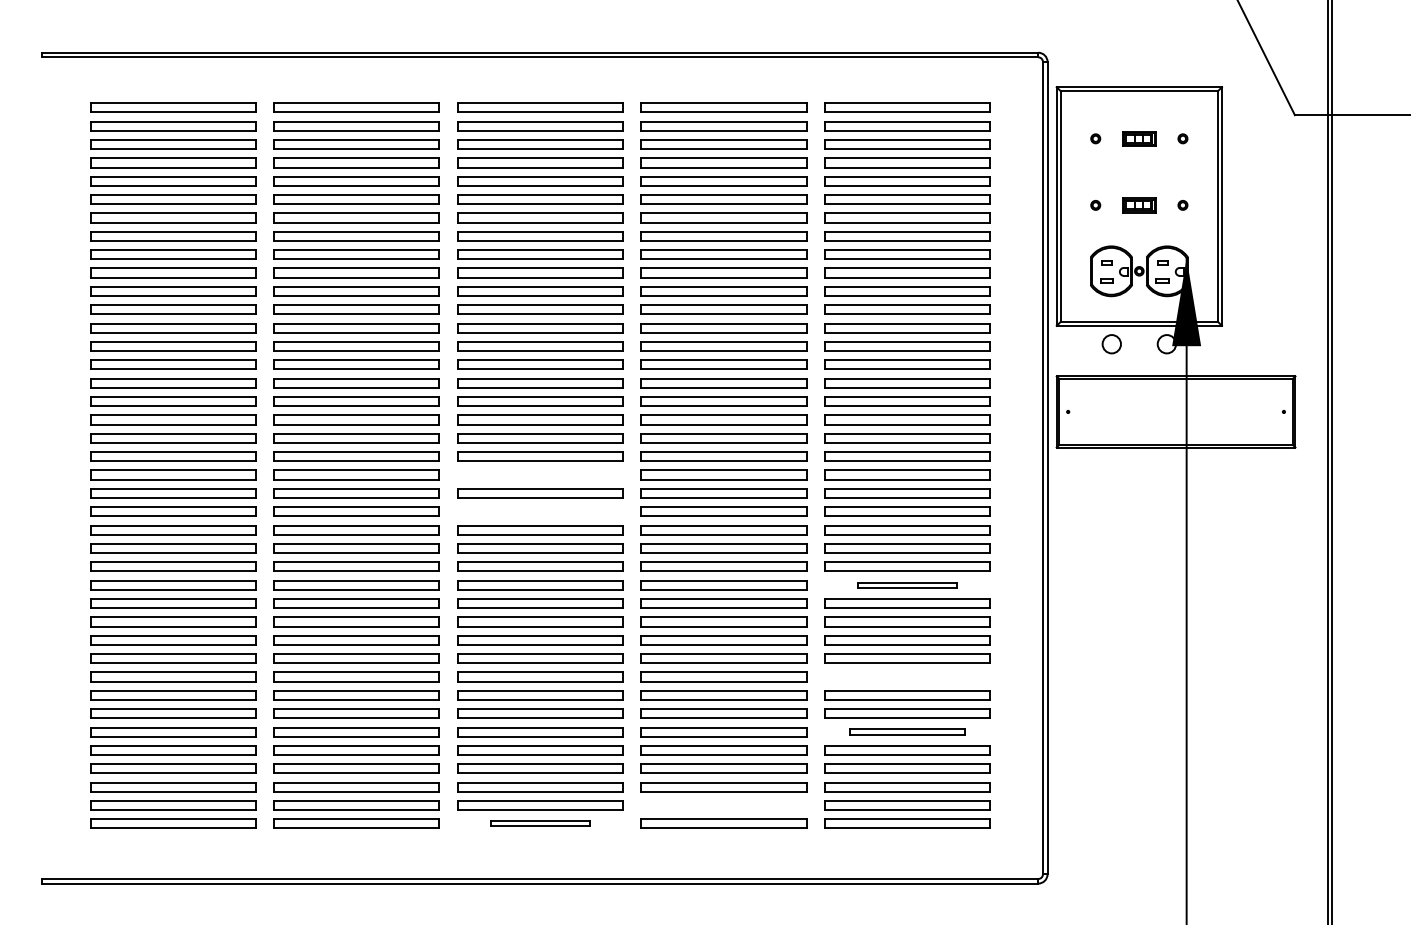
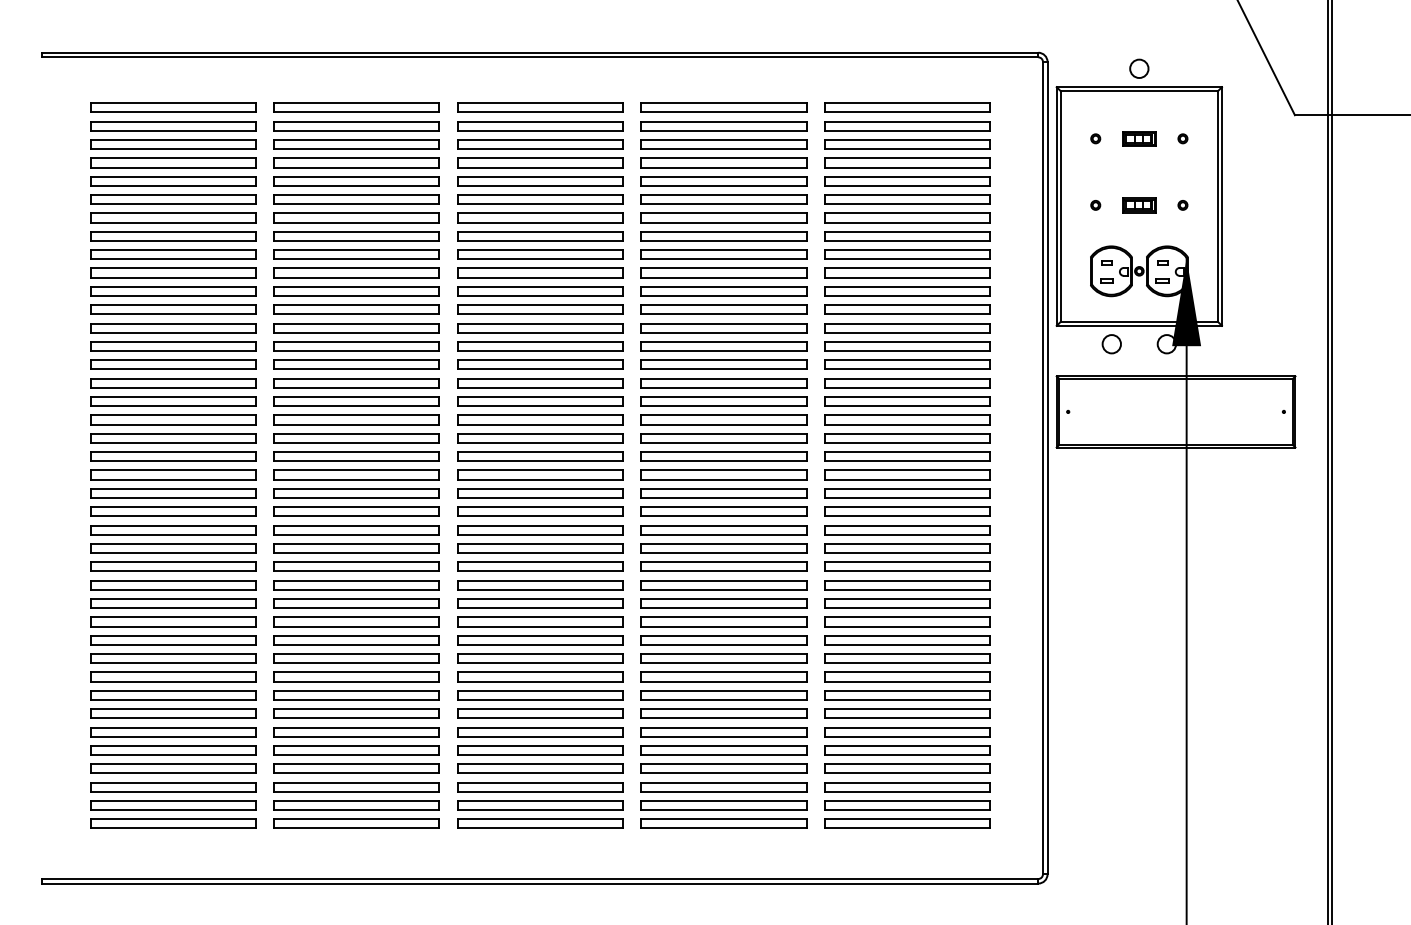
circle at (1139, 68): none -> present
part at (540, 474): none -> present
part at (540, 511): none -> present
part at (907, 585) size: 101x7 px -> 167x11 px
part at (907, 676): none -> present
part at (907, 731) size: 117x8 px -> 167x11 px
part at (723, 805): none -> present
part at (540, 823) size: 101x7 px -> 167x11 px
